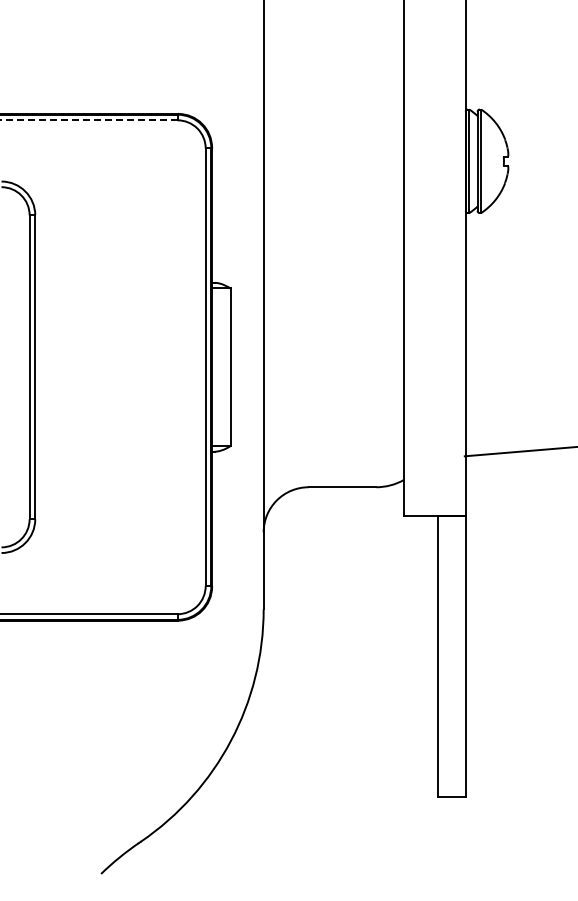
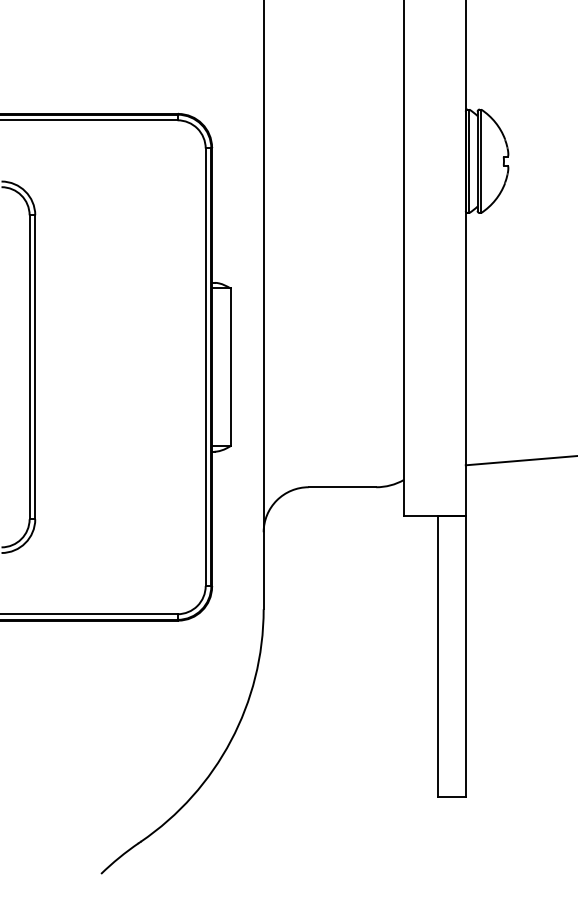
line at (88, 120): dashed -> solid
line at (519, 451) position: (519, 451) -> (519, 460)
